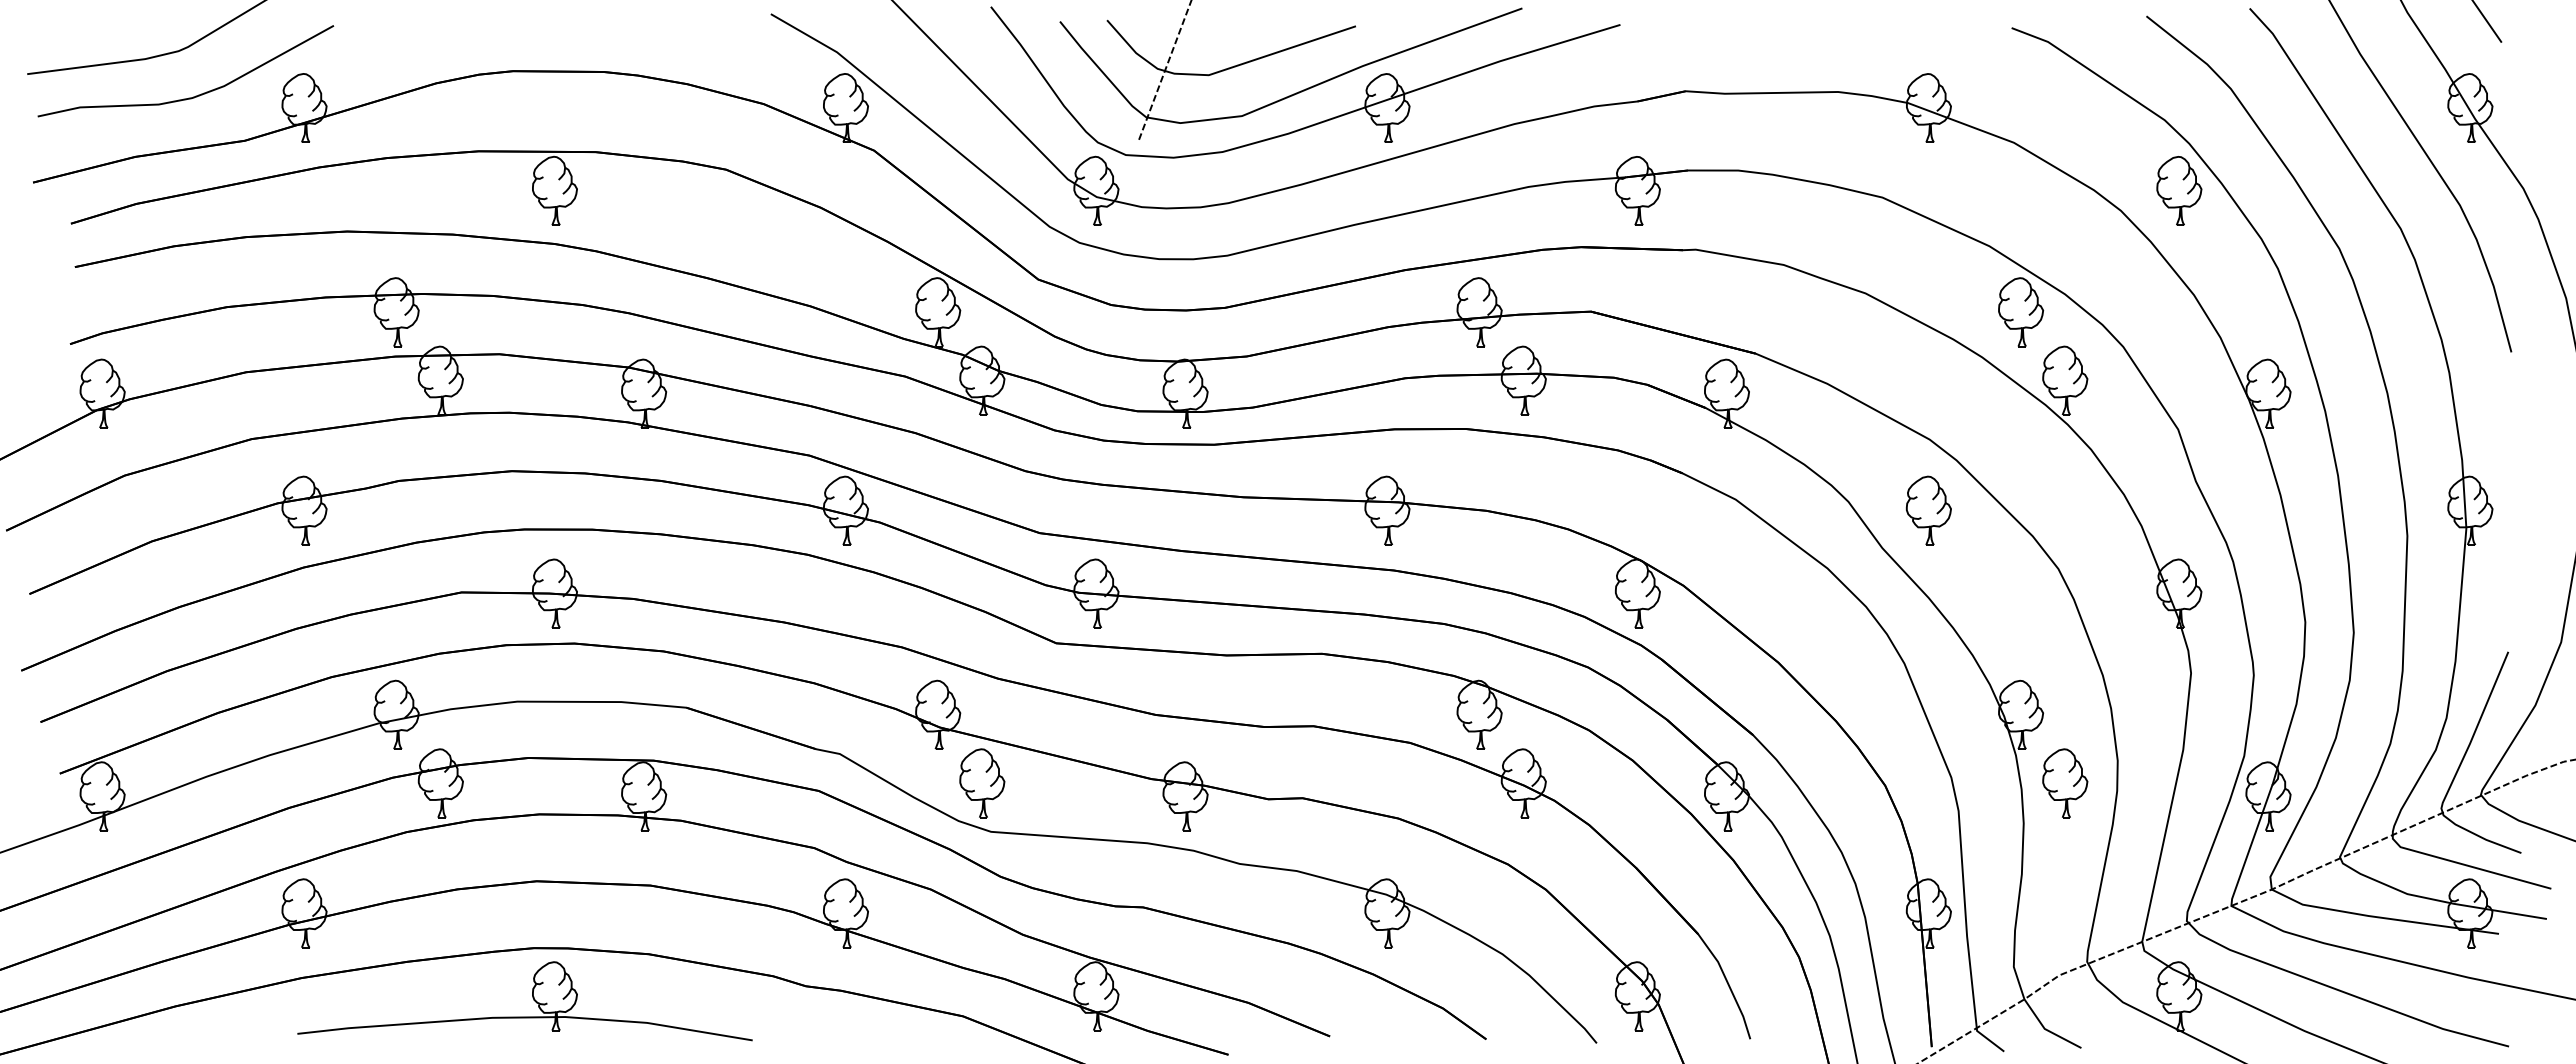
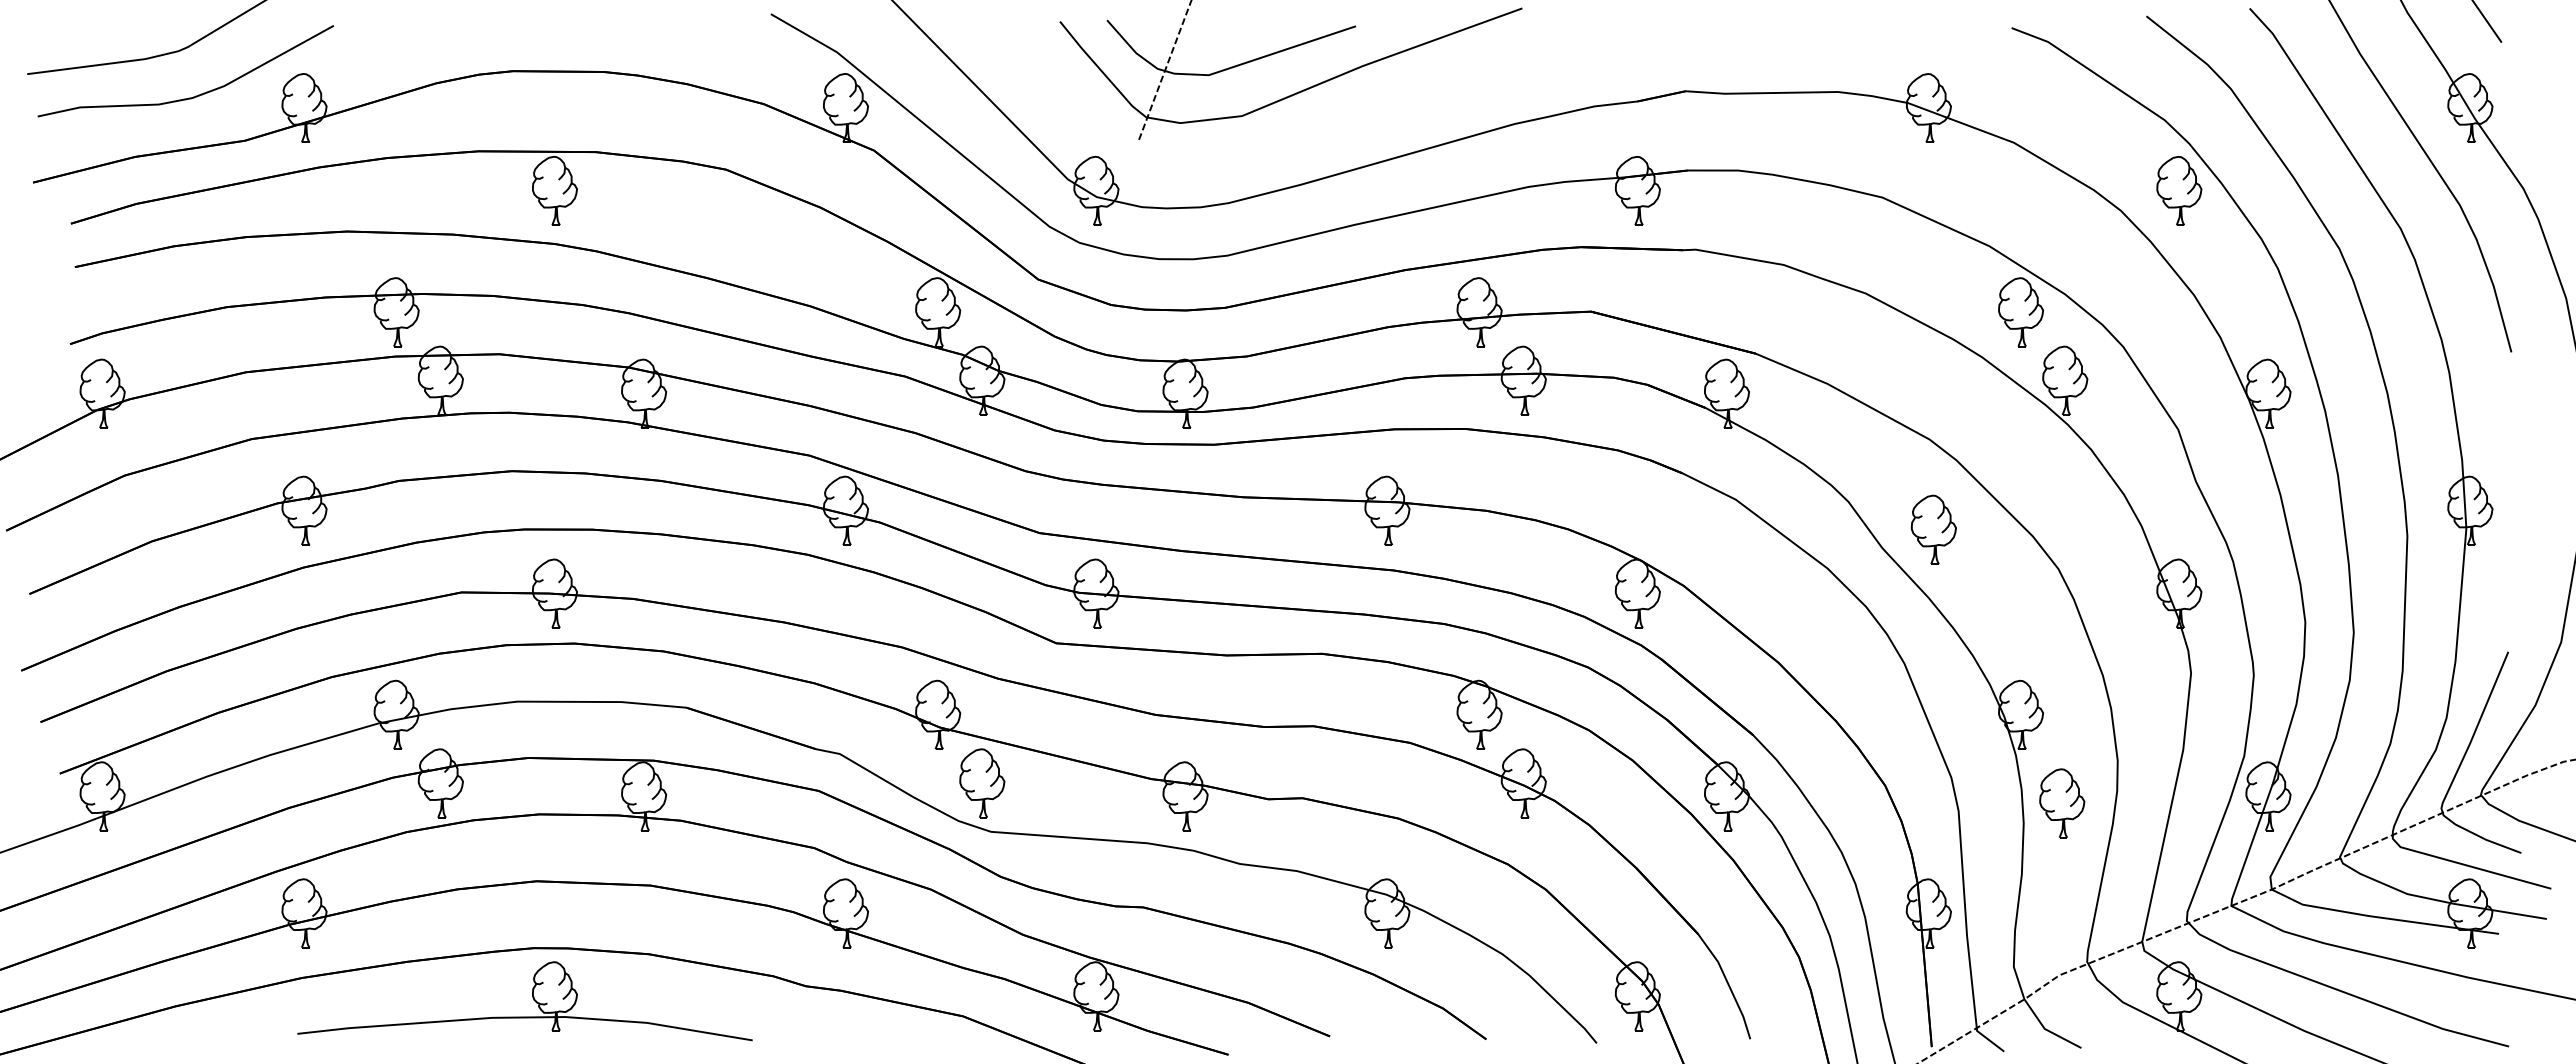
part at (1317, 122): present -> none
part at (1928, 510) position: (1928, 510) -> (1933, 529)
part at (2065, 783) position: (2065, 783) -> (2062, 803)
